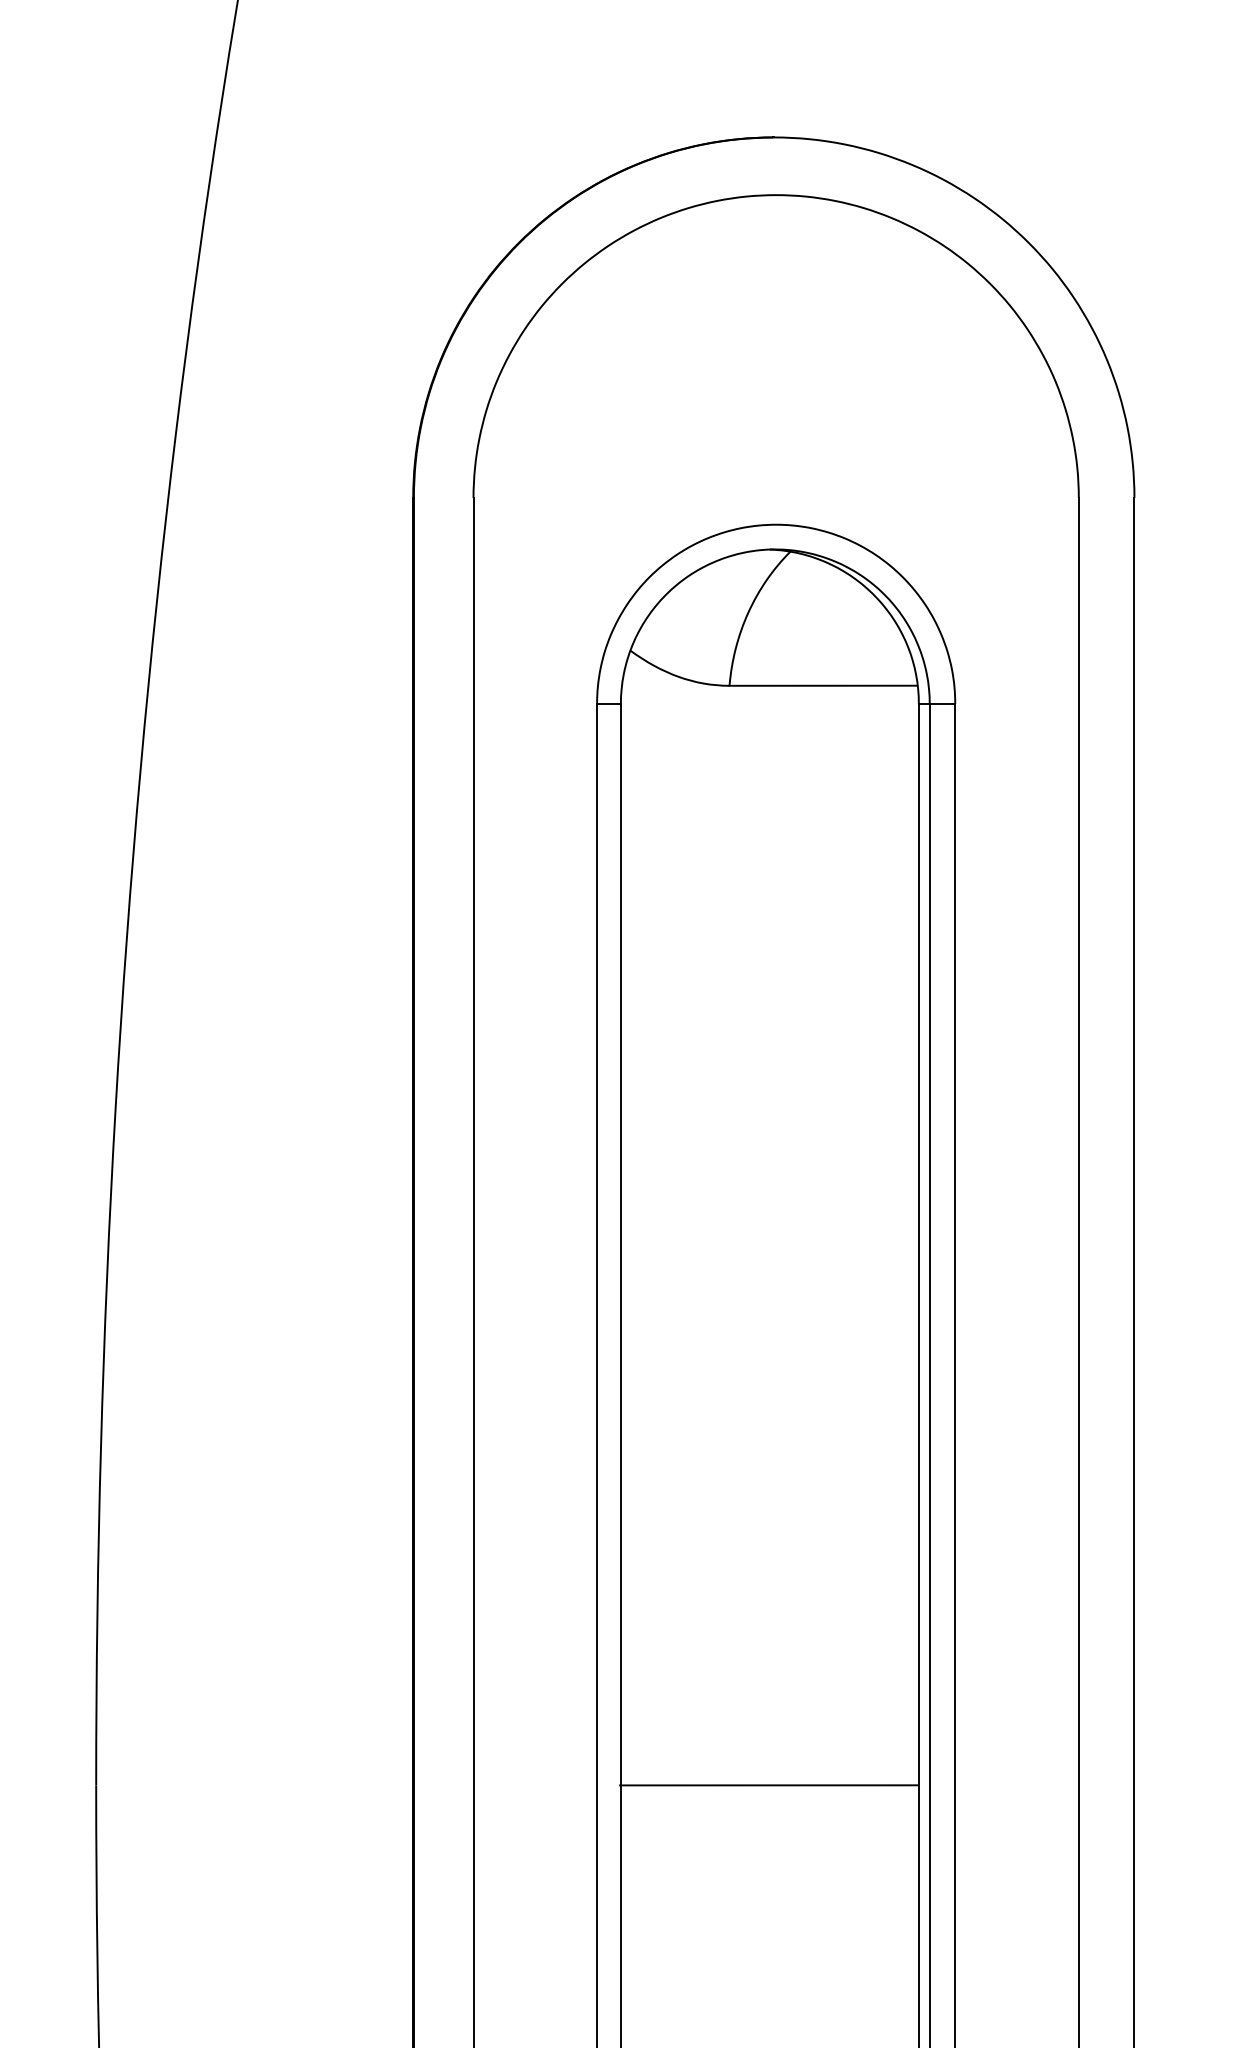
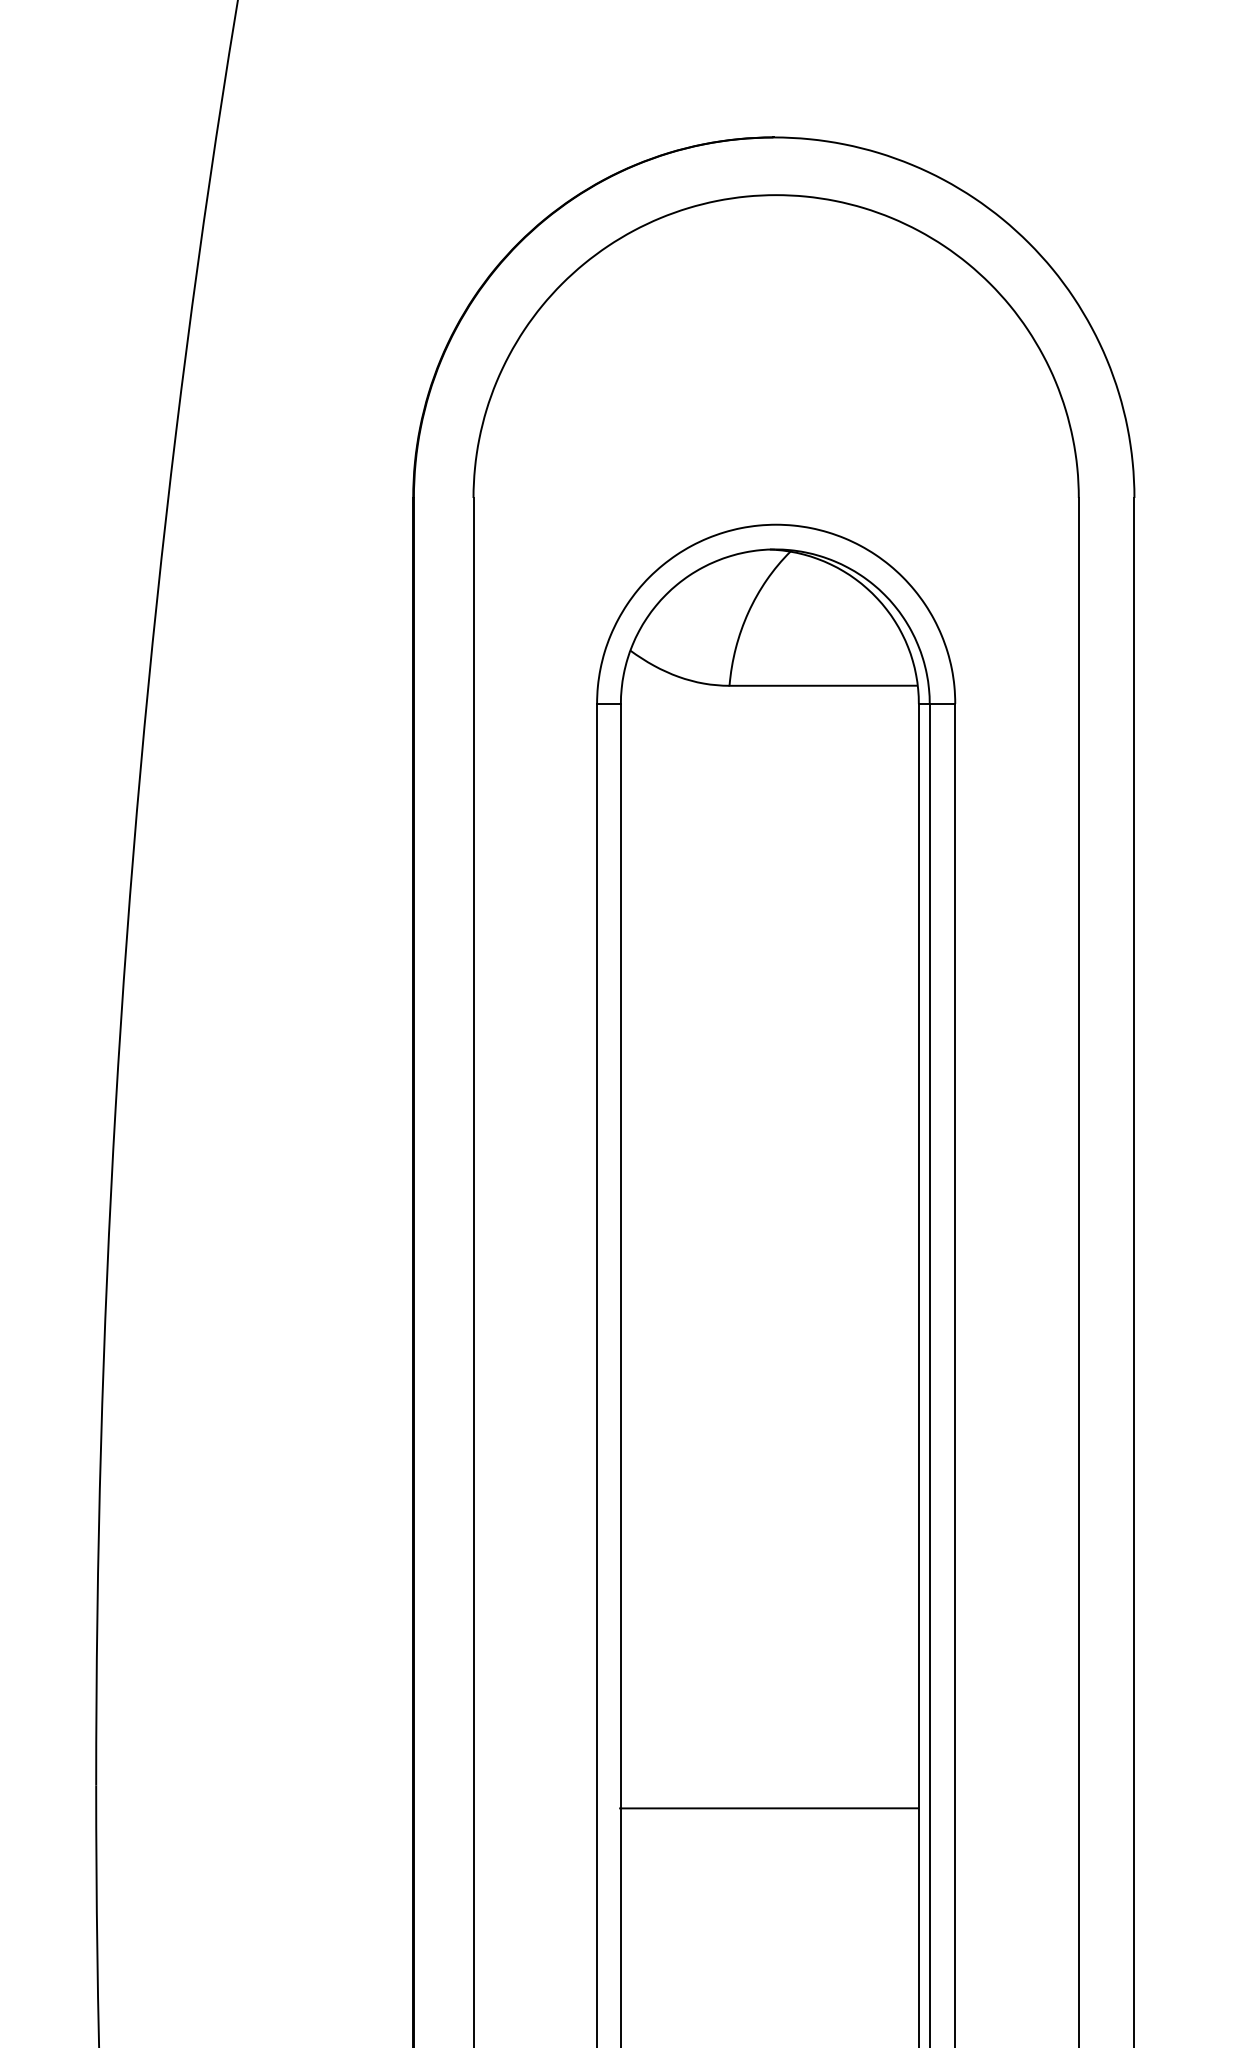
line at (769, 1785) position: (769, 1785) -> (769, 1808)
